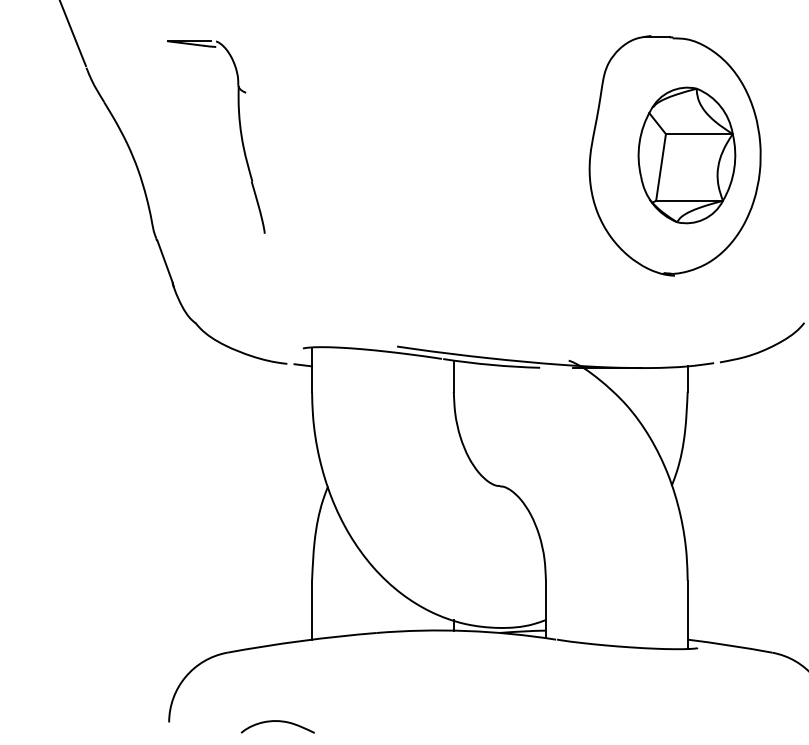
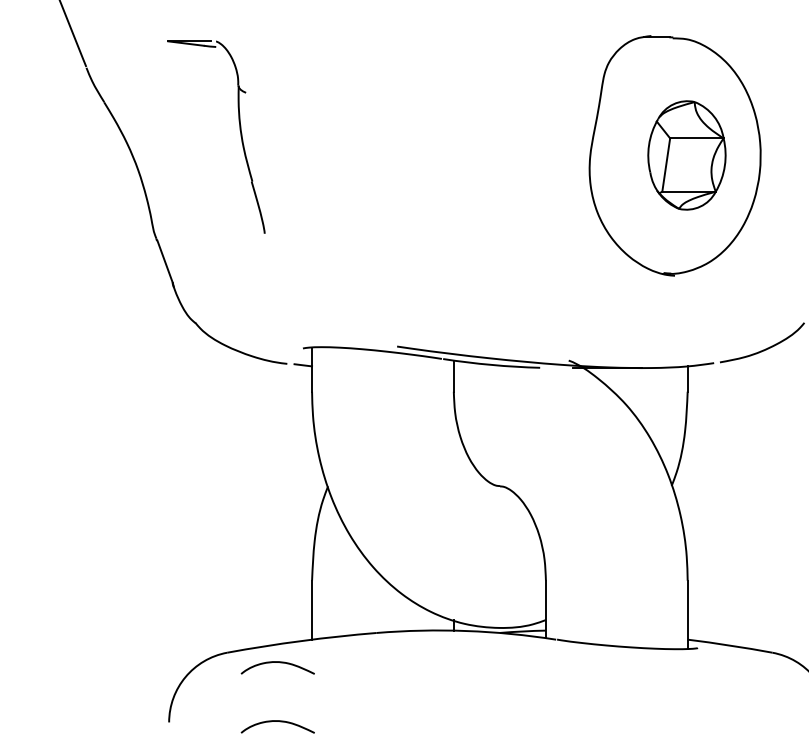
part at (686, 155) size: 100x139 px -> 80x111 px
curve at (277, 662): none -> present
